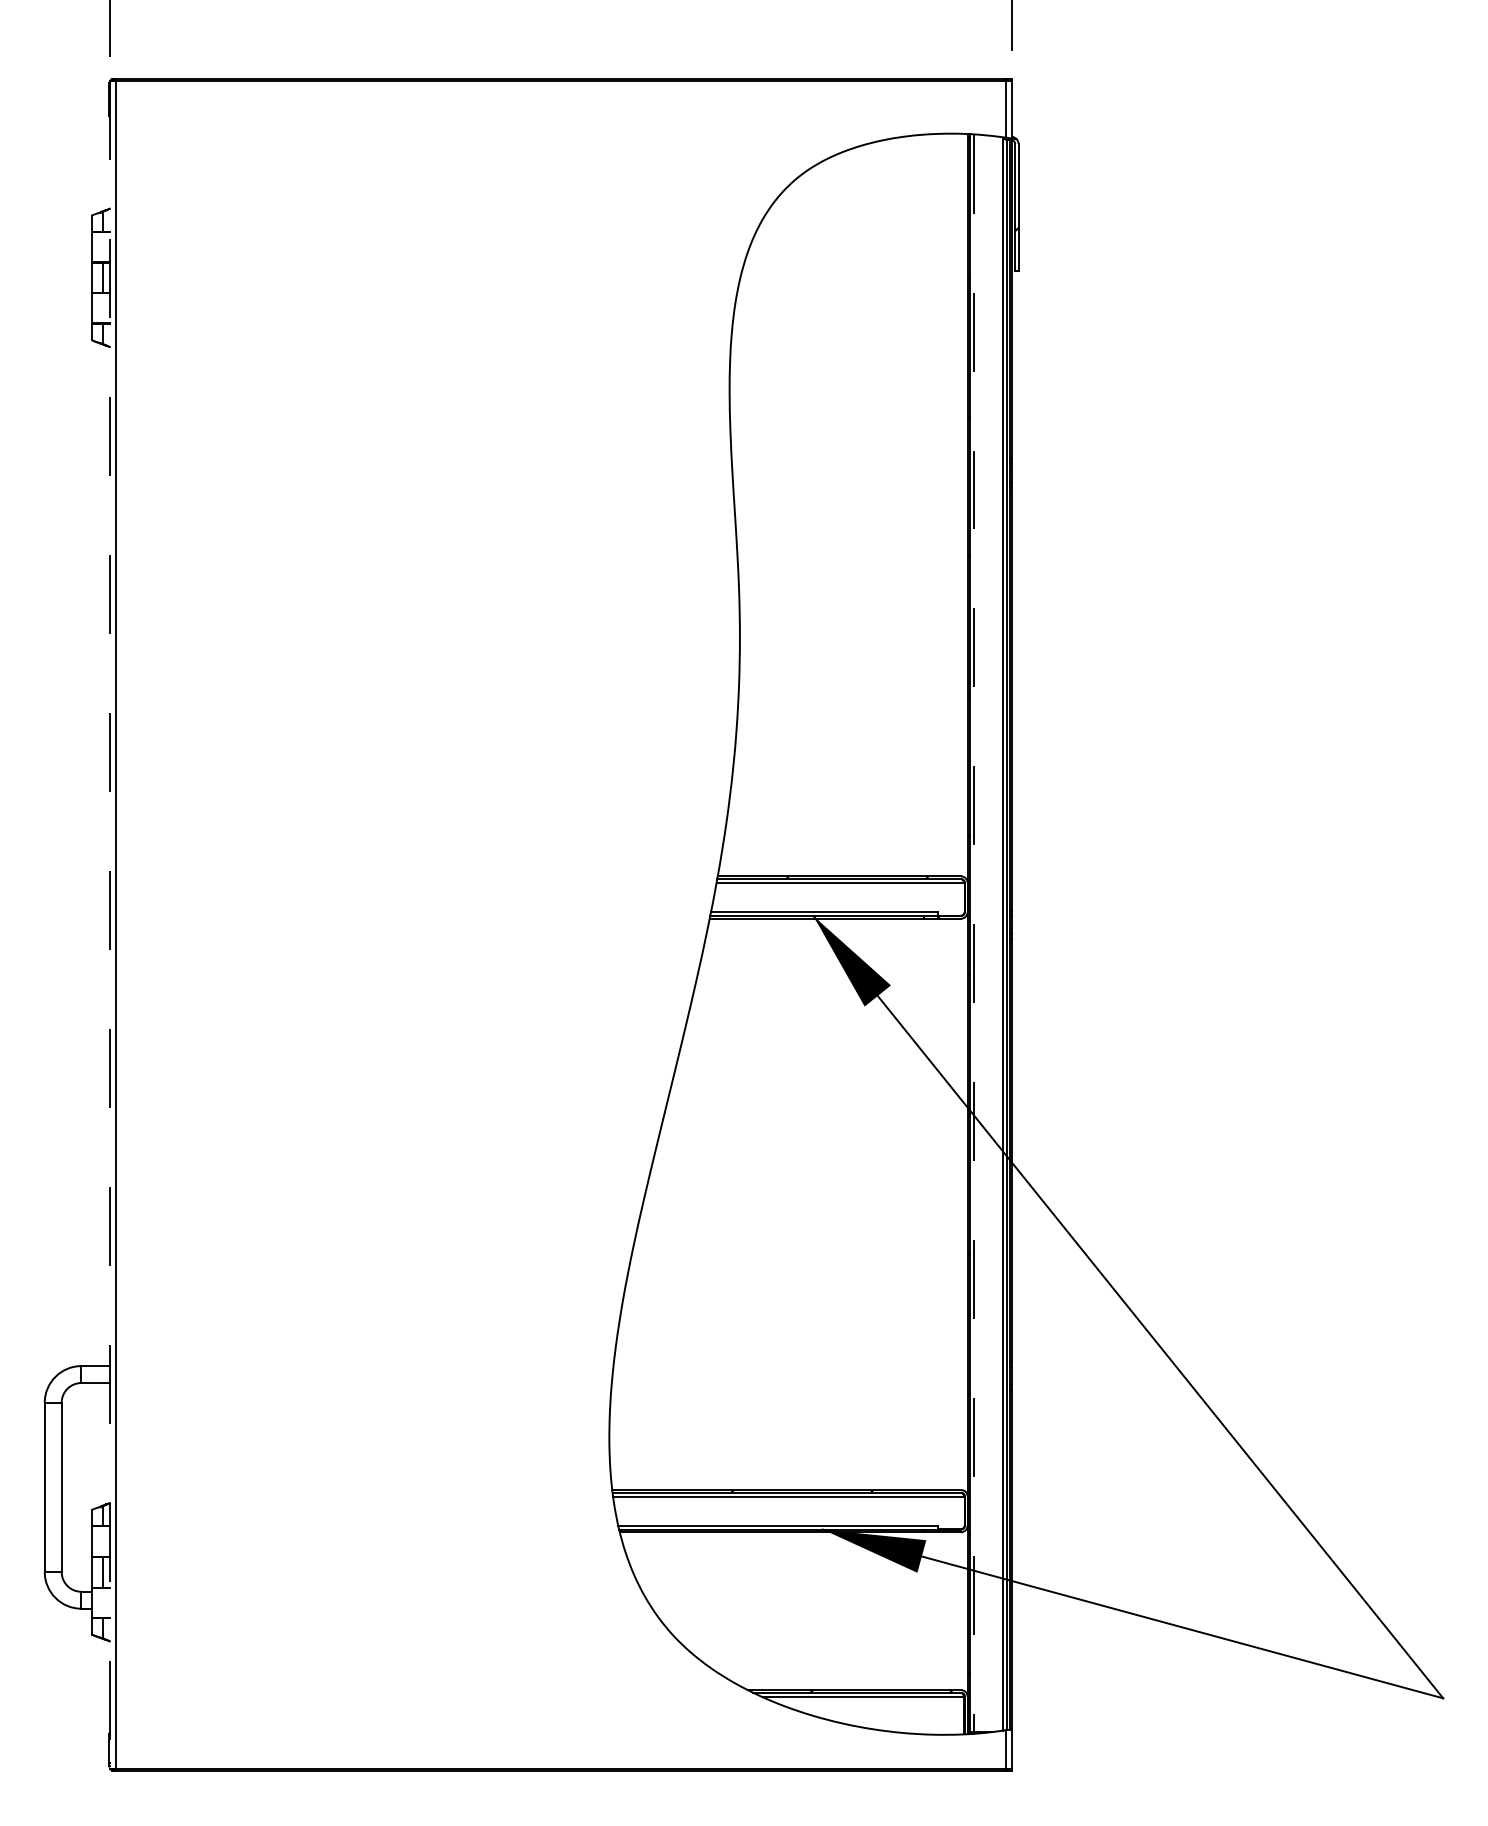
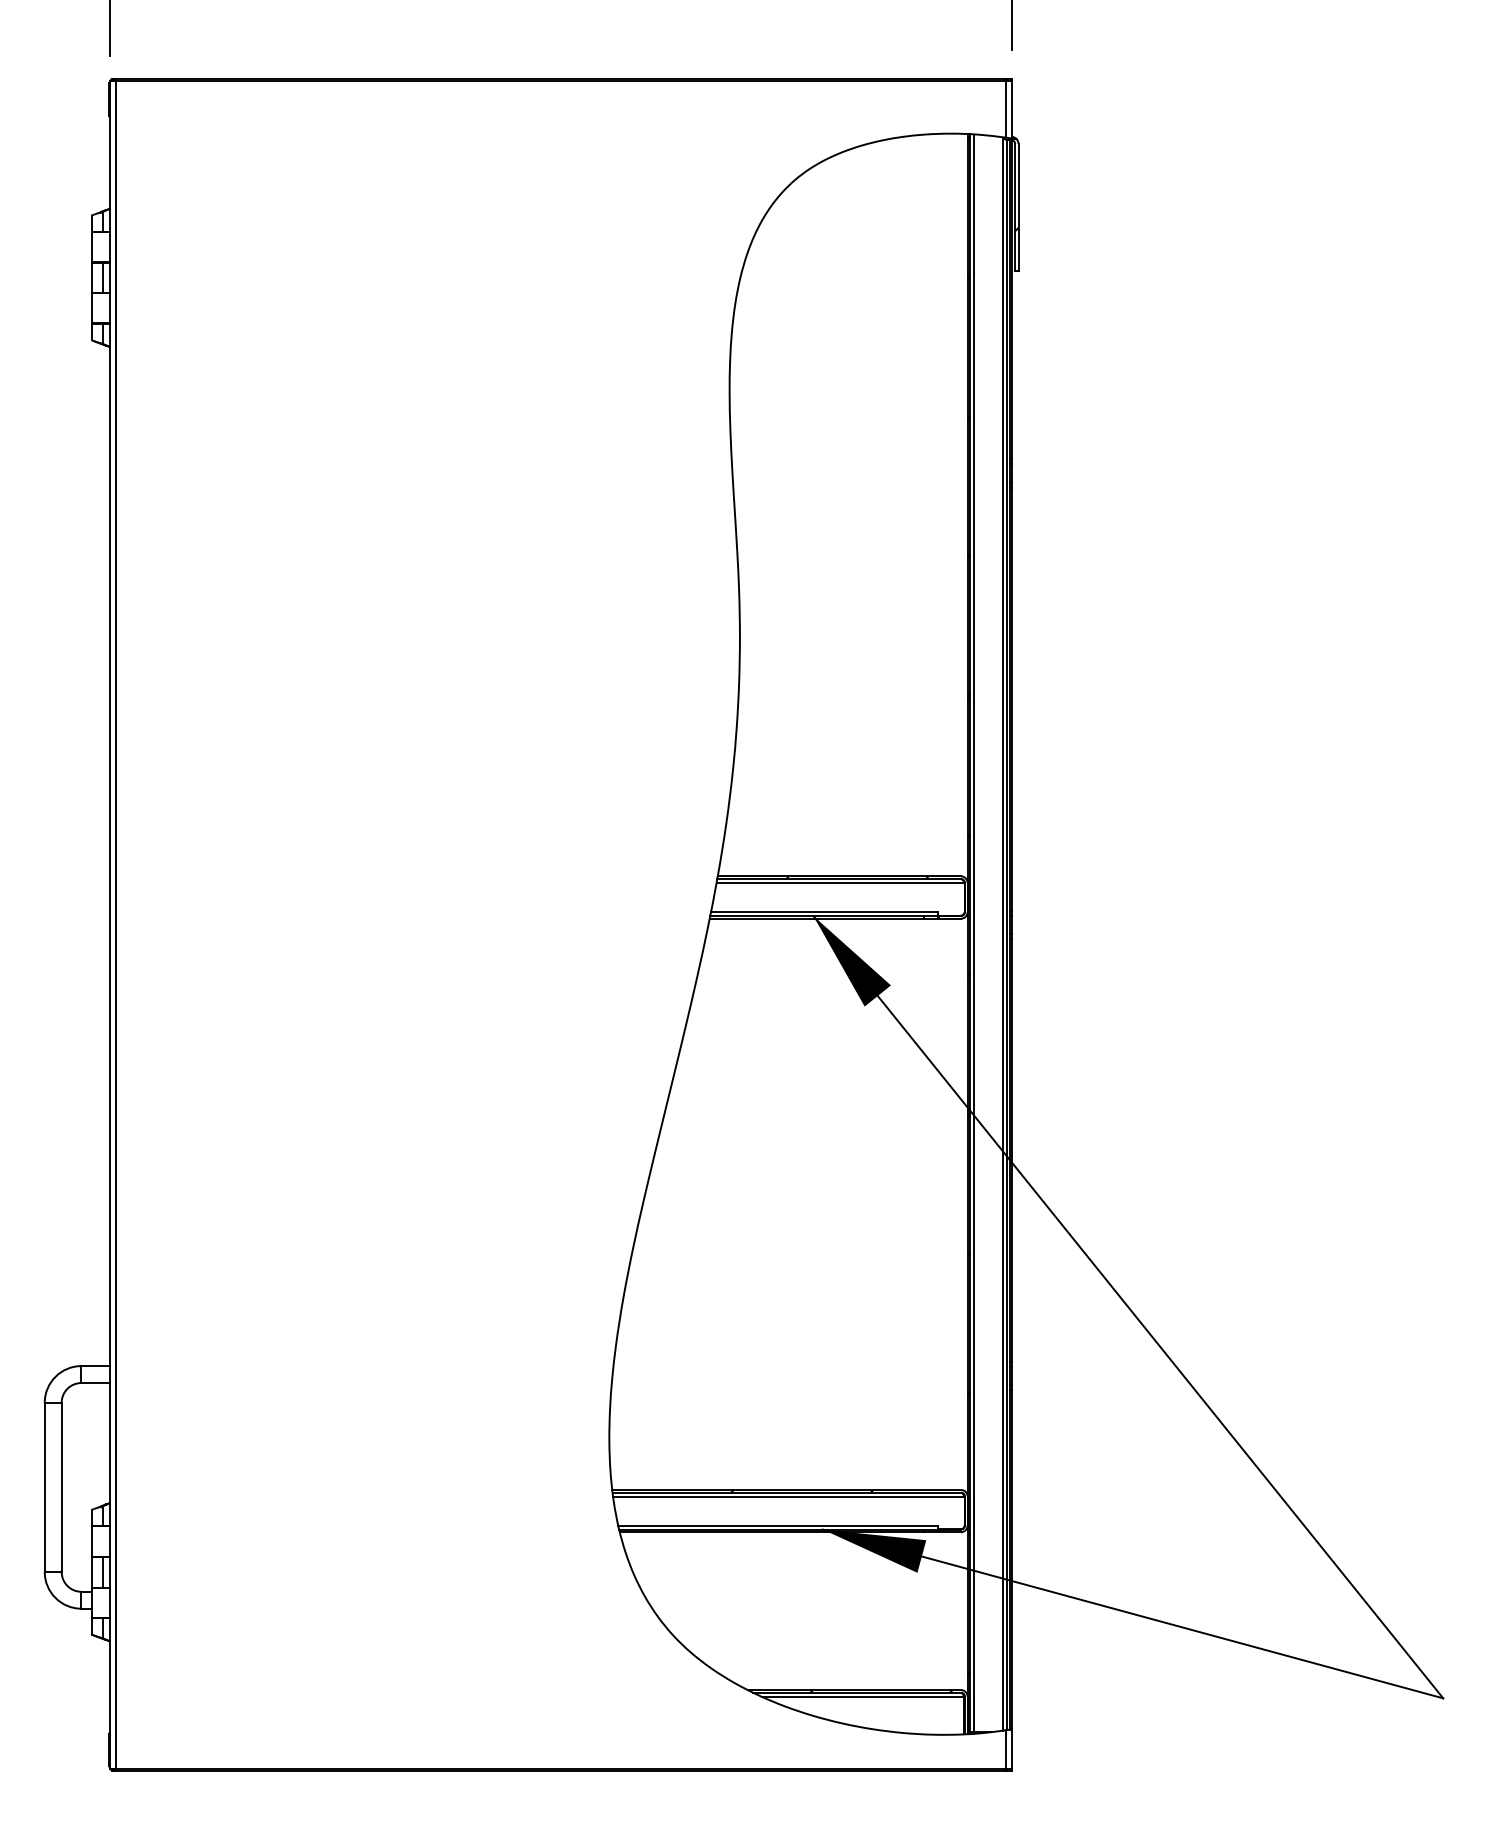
line at (109, 924): dashed -> solid
line at (974, 933): dashed -> solid
